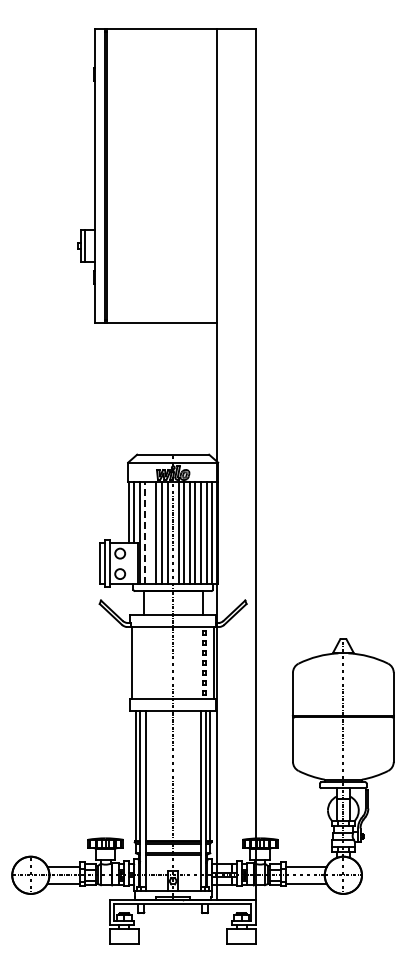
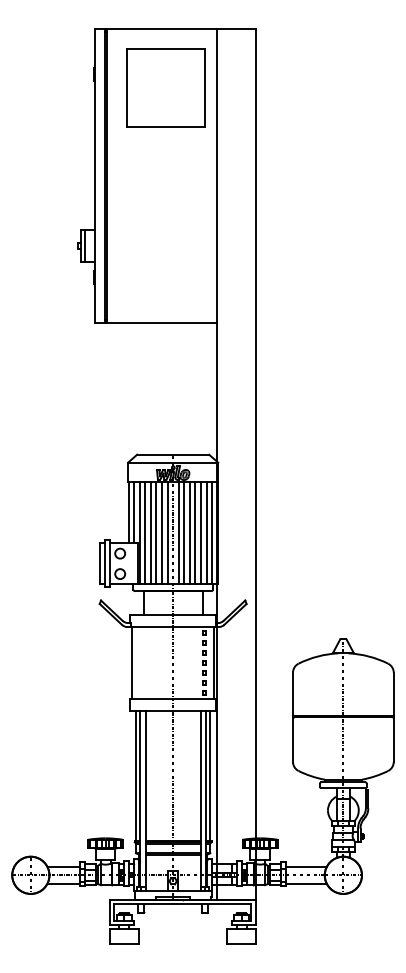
part at (165, 87): none -> present
line at (145, 532): dashed -> solid
line at (150, 533): none -> present
